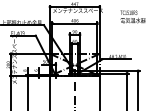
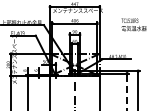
text at (132, 16) position: (132, 16) -> (133, 24)
line at (127, 92): solid -> dashed
